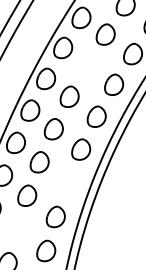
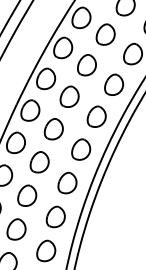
part at (86, 65): none -> present
part at (67, 182): none -> present
part at (16, 229): none -> present
